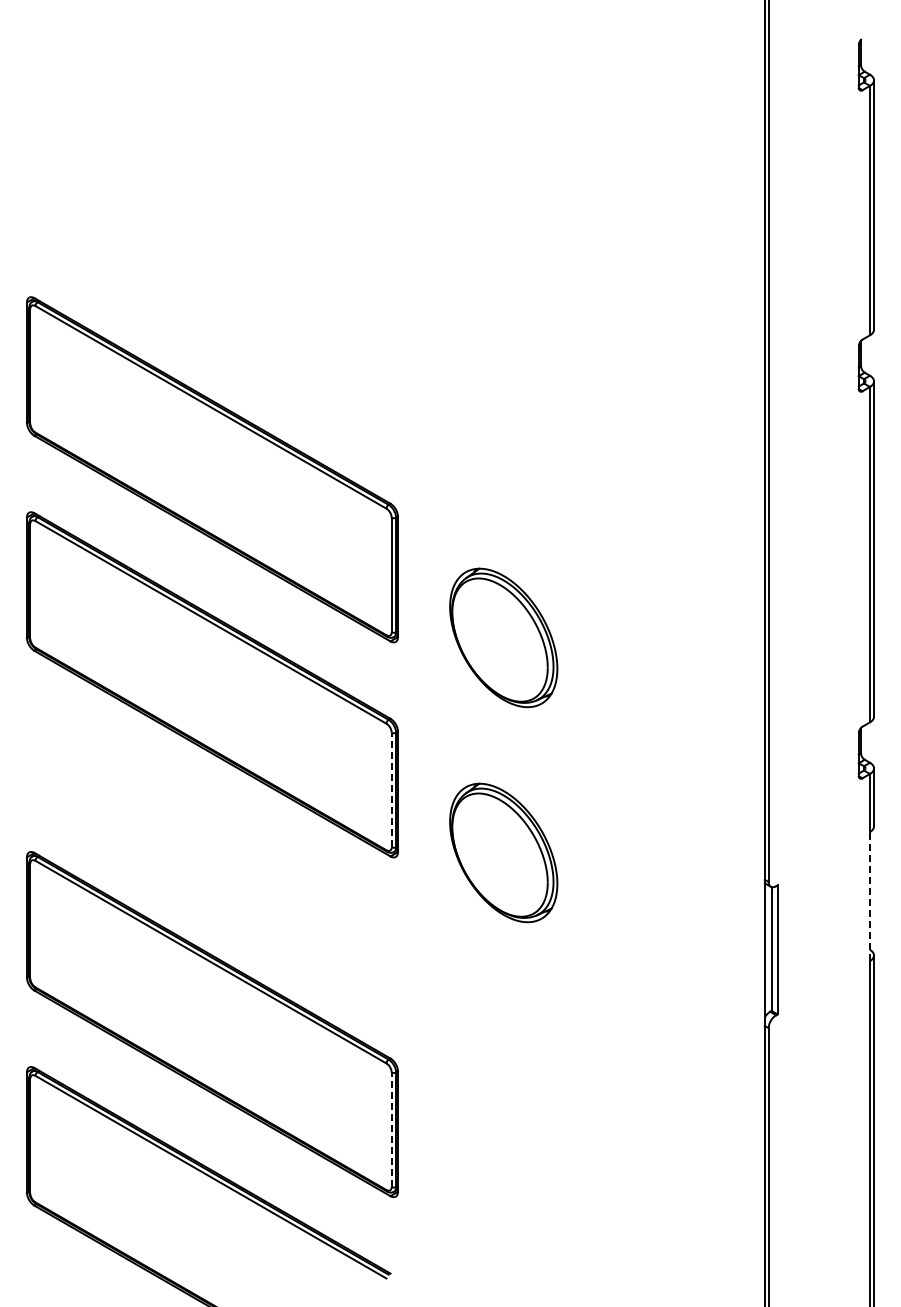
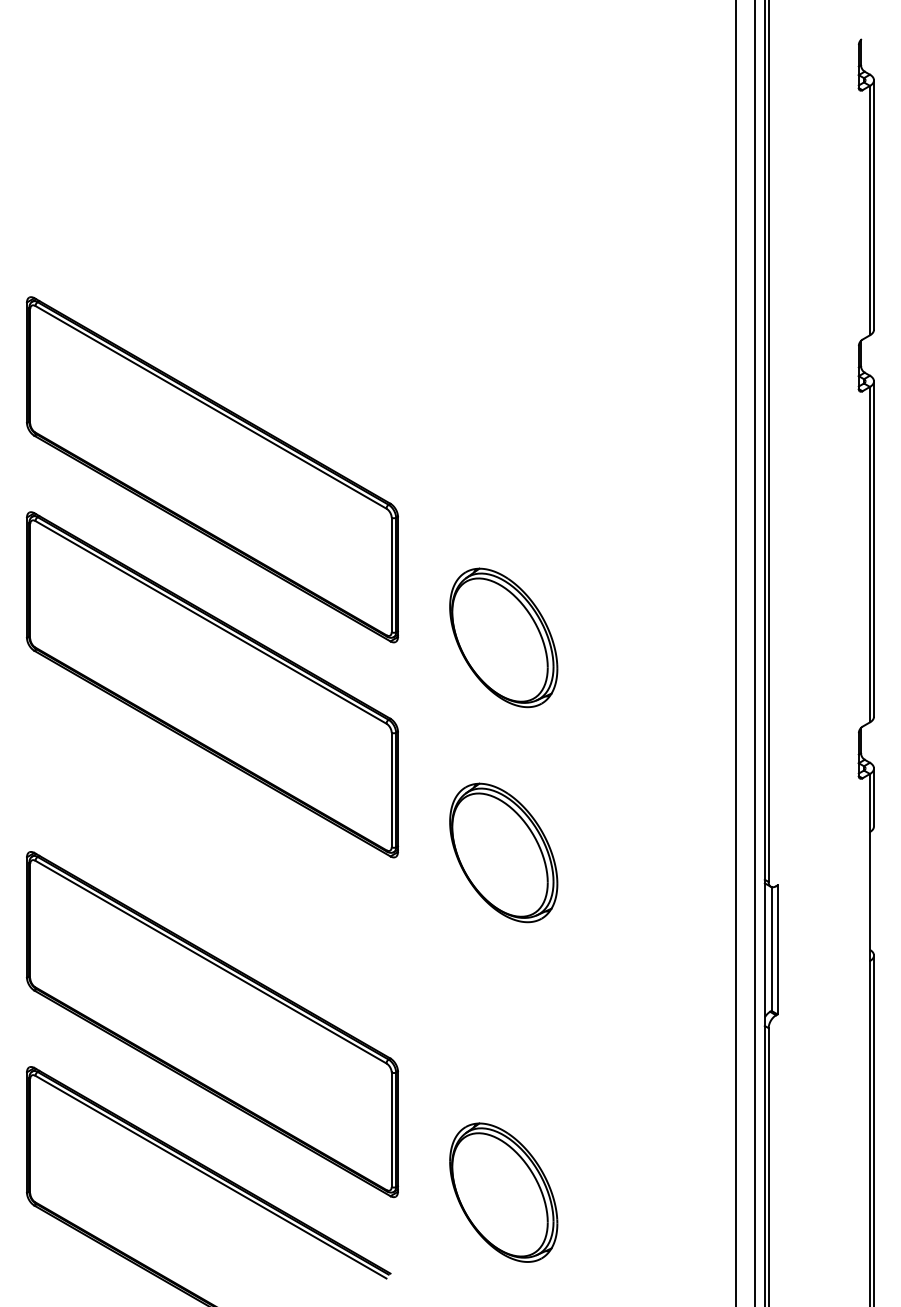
line at (736, 652): none -> present
line at (754, 652): none -> present
line at (391, 789): dashed -> solid
line at (869, 896): dashed -> solid
line at (391, 1129): dashed -> solid
part at (503, 1192): none -> present
